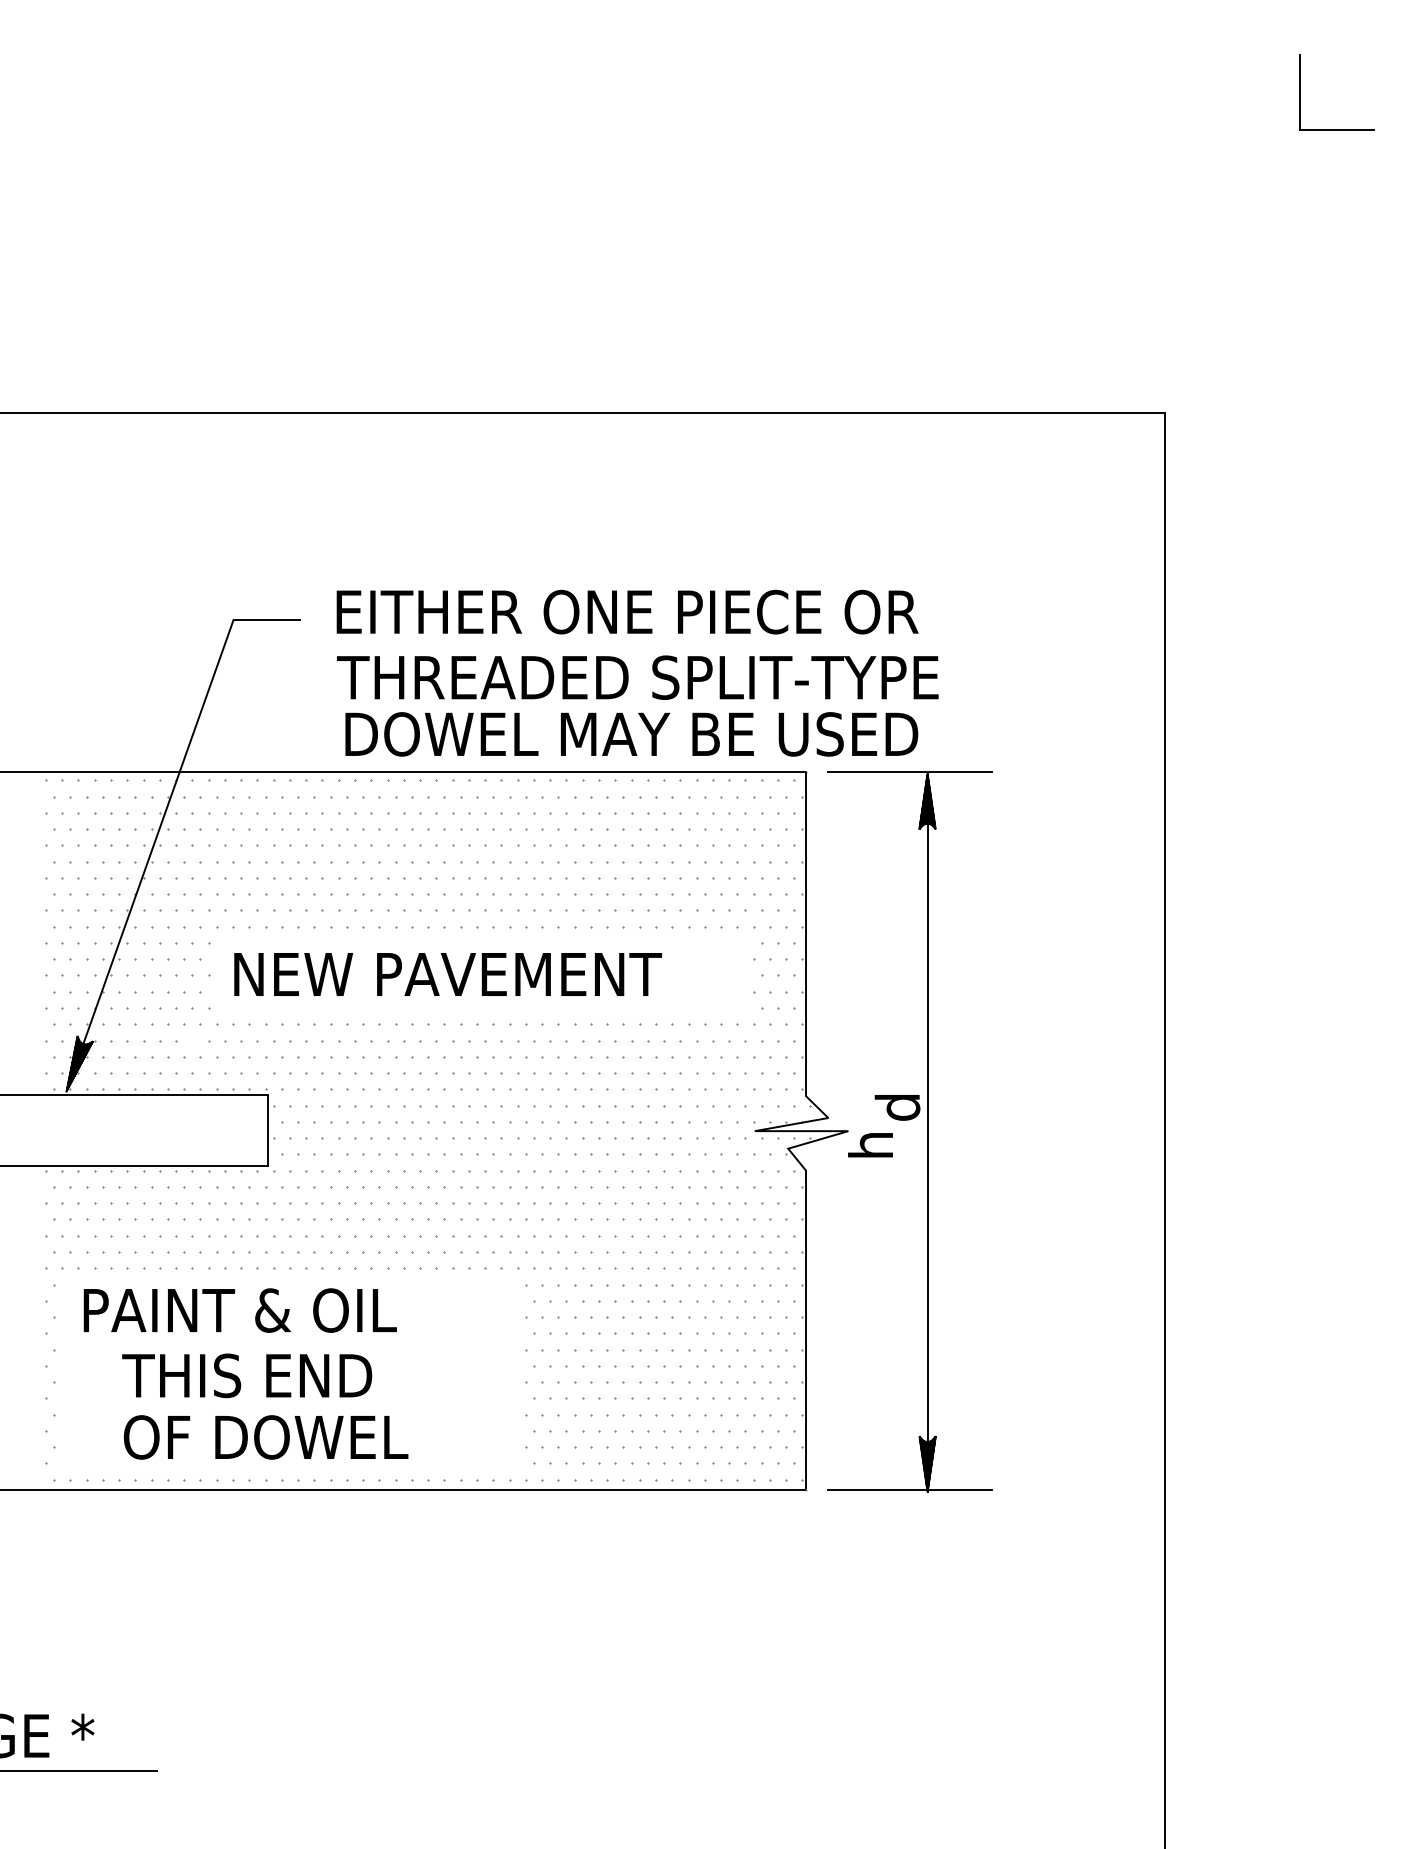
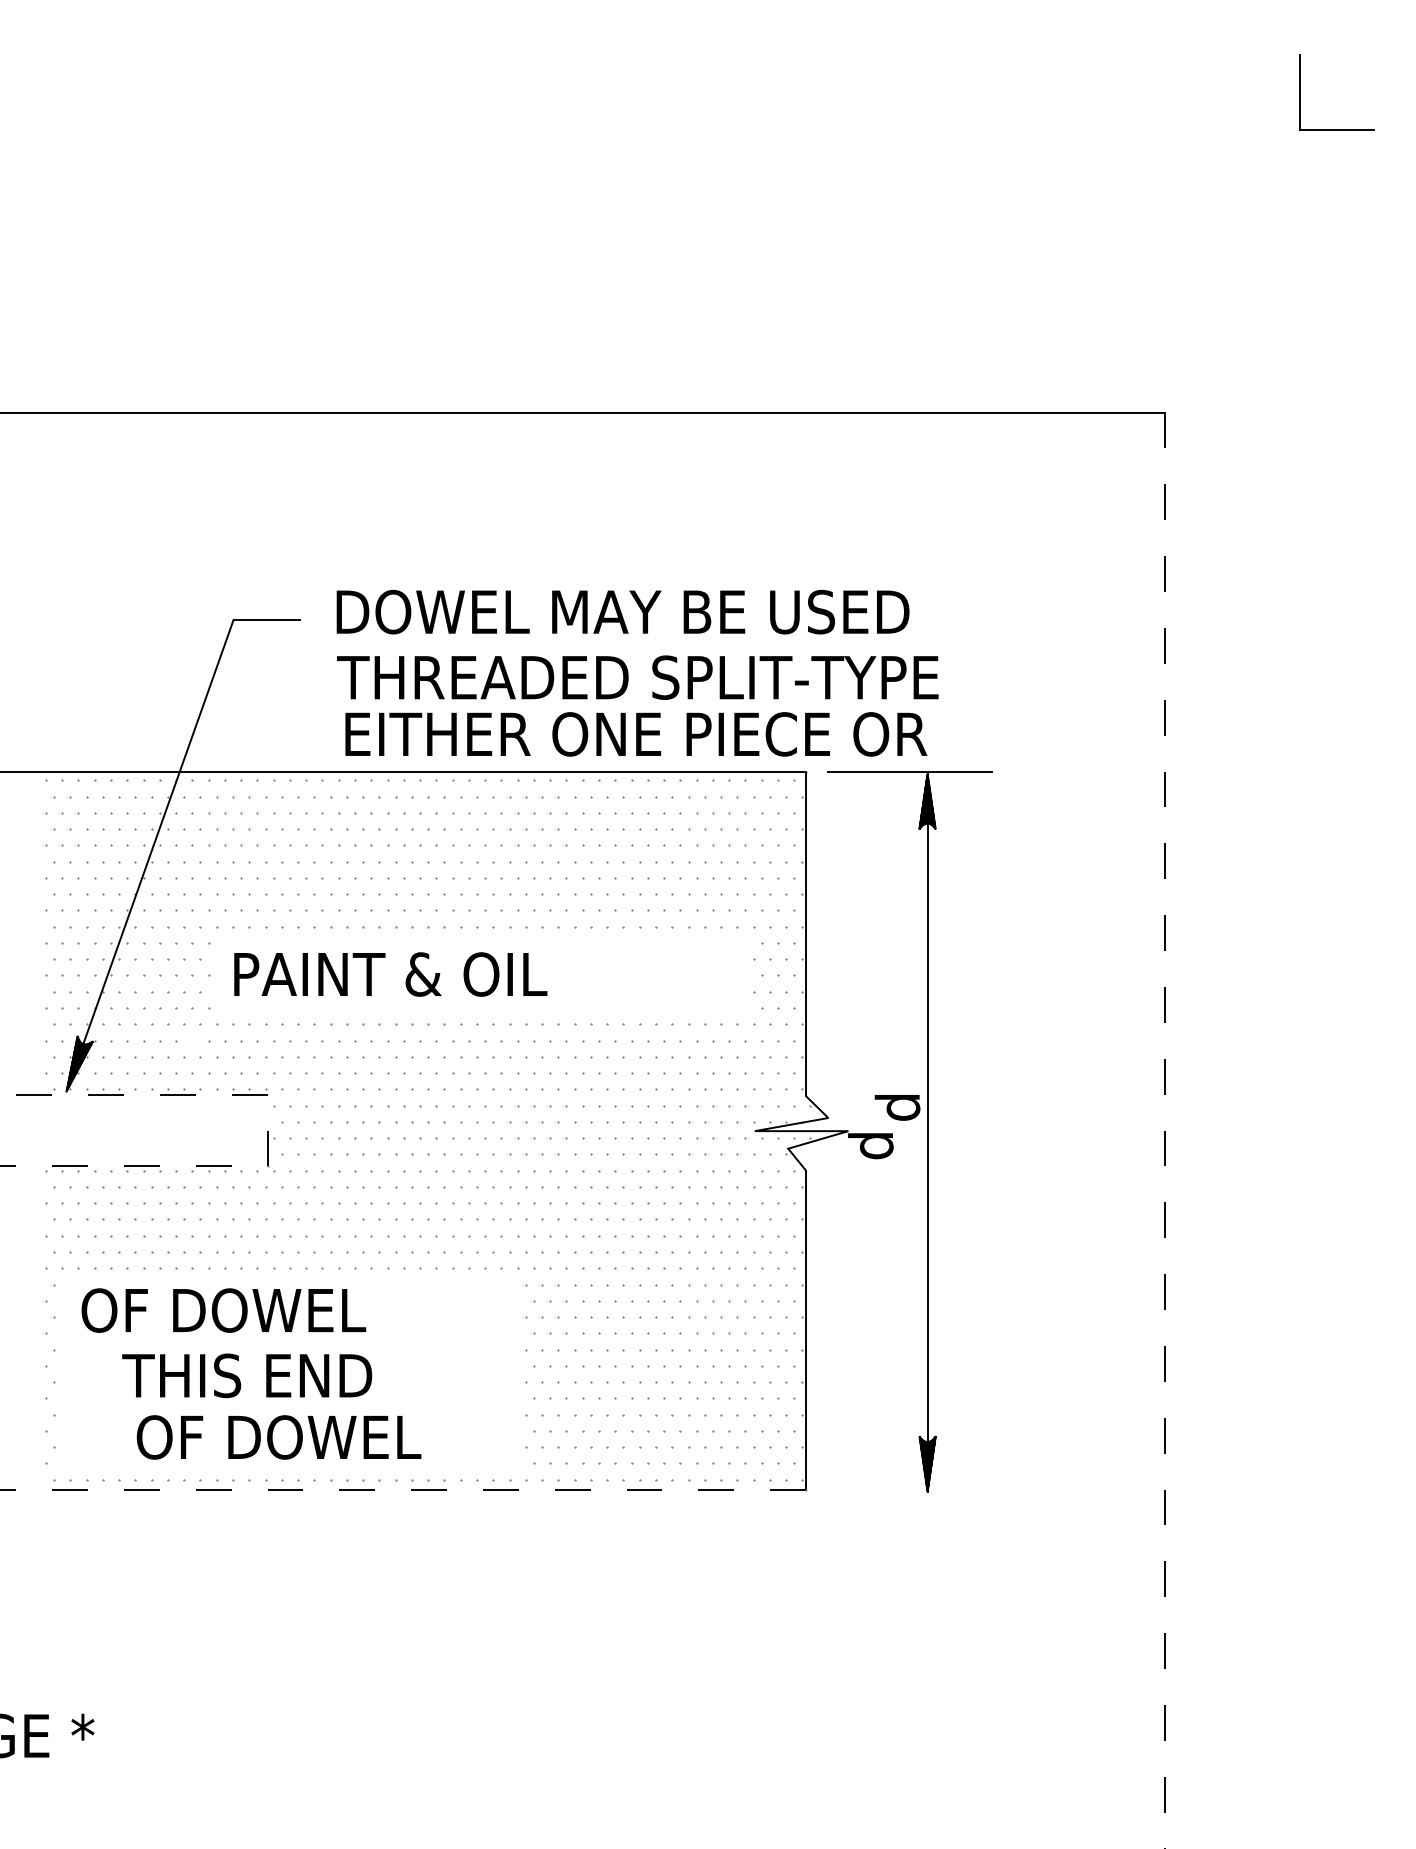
text at (630, 611): EITHER ONE PIECE OR -> DOWEL MAY BE USED
text at (638, 734): DOWEL MAY BE USED -> EITHER ONE PIECE OR
text at (450, 974): NEW PAVEMENT -> PAINT & OIL
line at (267, 1130): solid -> dashed
line at (1164, 1130): solid -> dashed
text at (870, 1146): h -> d
text at (238, 1310): PAINT & OIL -> OF DOWEL
text at (265, 1437) position: (265, 1437) -> (278, 1437)
line at (403, 1489): solid -> dashed
line at (910, 1489): present -> none
line at (79, 1770): present -> none
